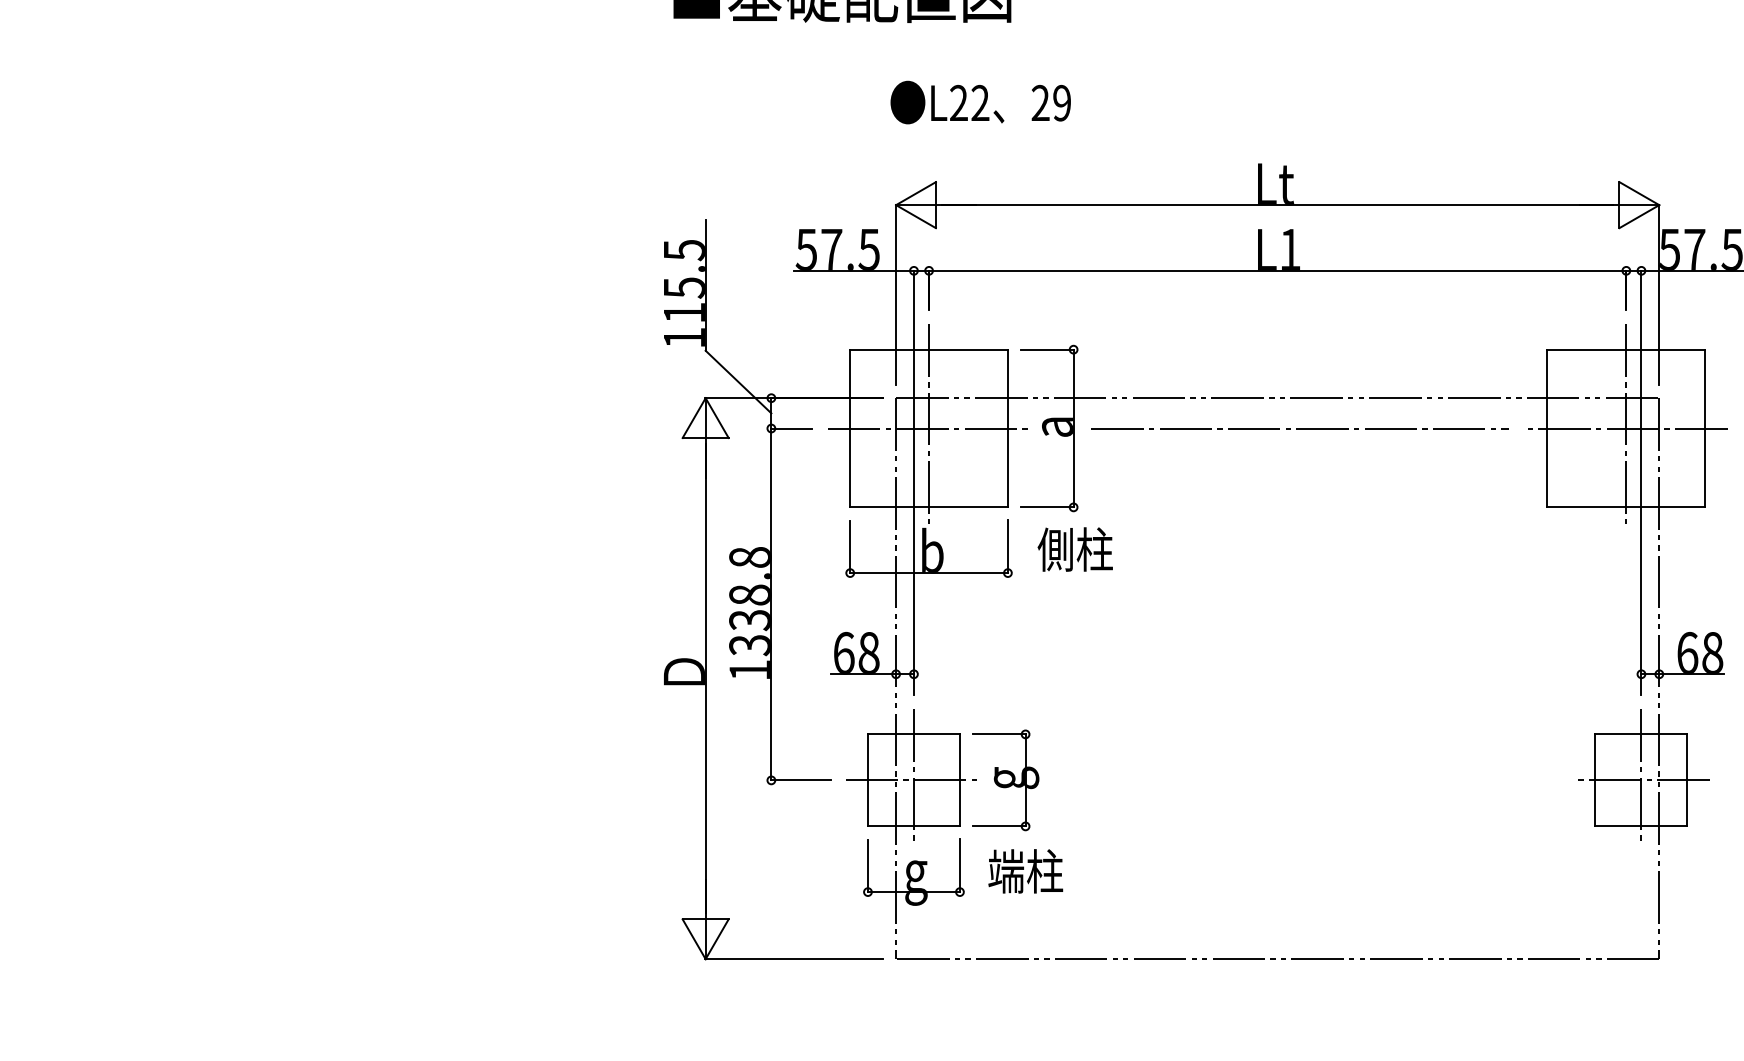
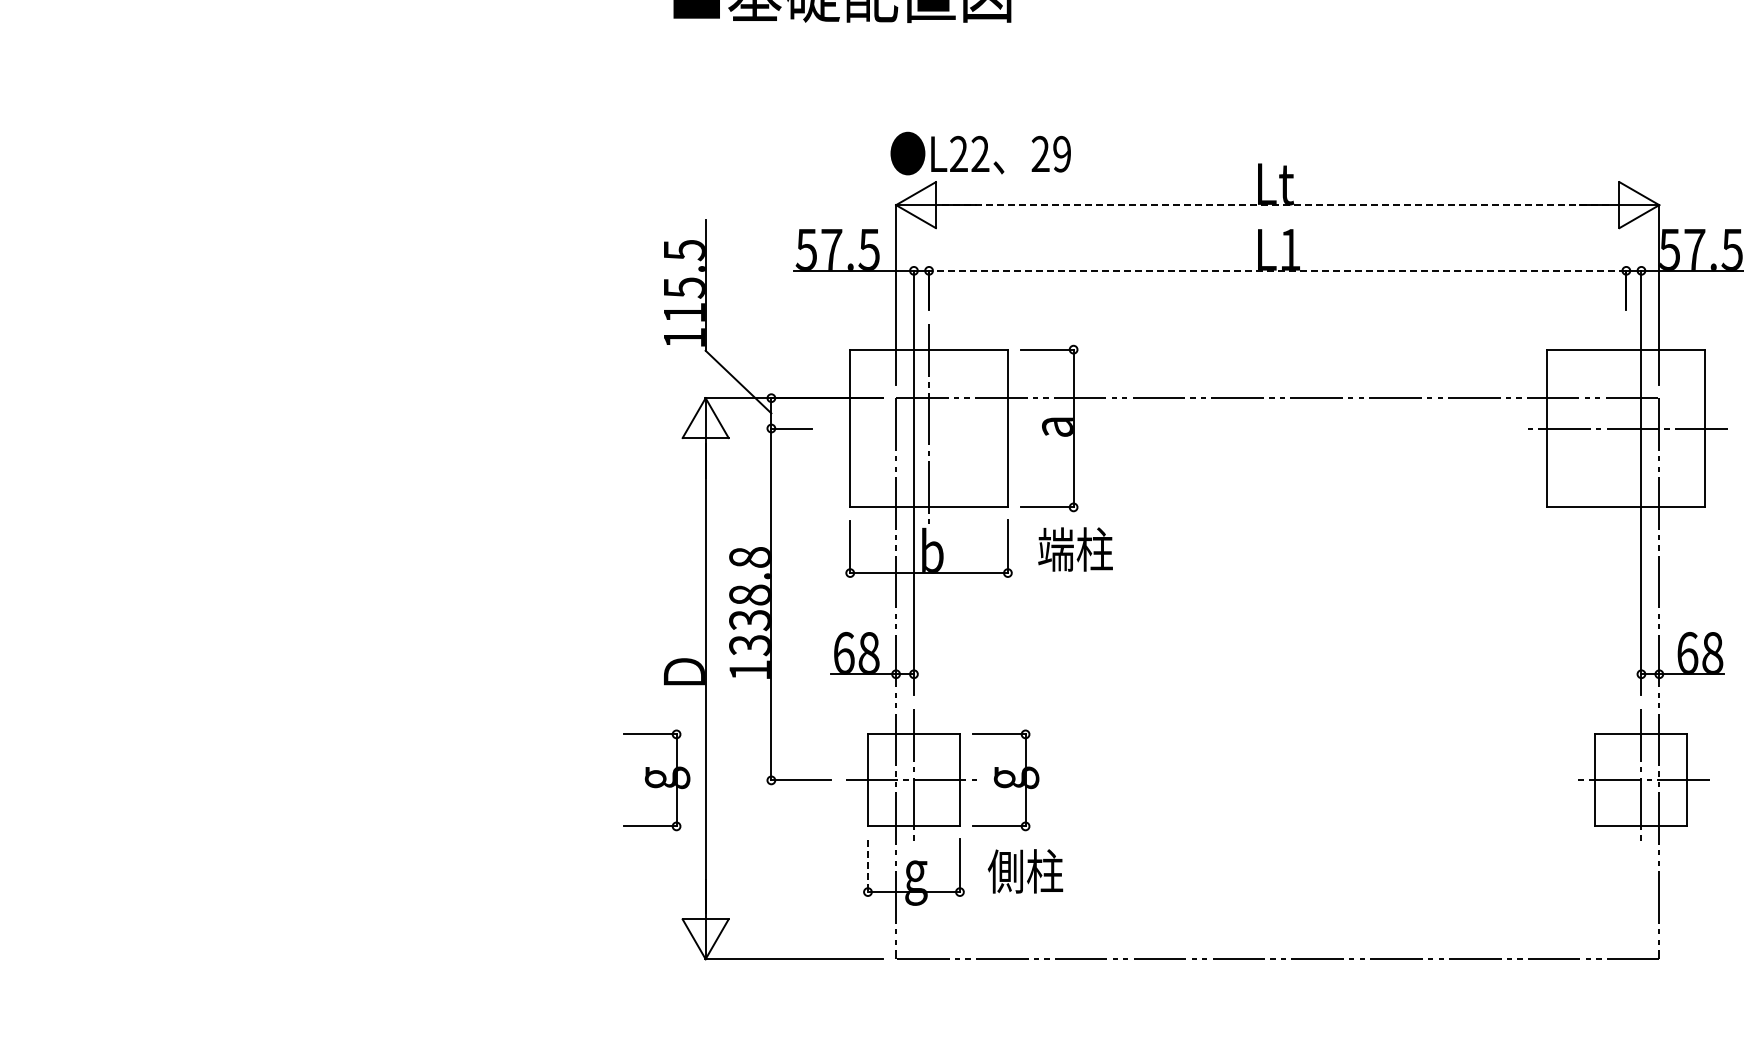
text at (980, 102) position: (980, 102) -> (980, 153)
line at (1277, 205): solid -> dashed
line at (1277, 270): solid -> dashed
line at (1626, 425): present -> none
line at (928, 428): present -> none
line at (1300, 428): present -> none
text at (1055, 549): 側柱 -> 端柱
part at (656, 780): none -> present
line at (867, 866): solid -> dashed
text at (1005, 871): 端柱 -> 側柱
